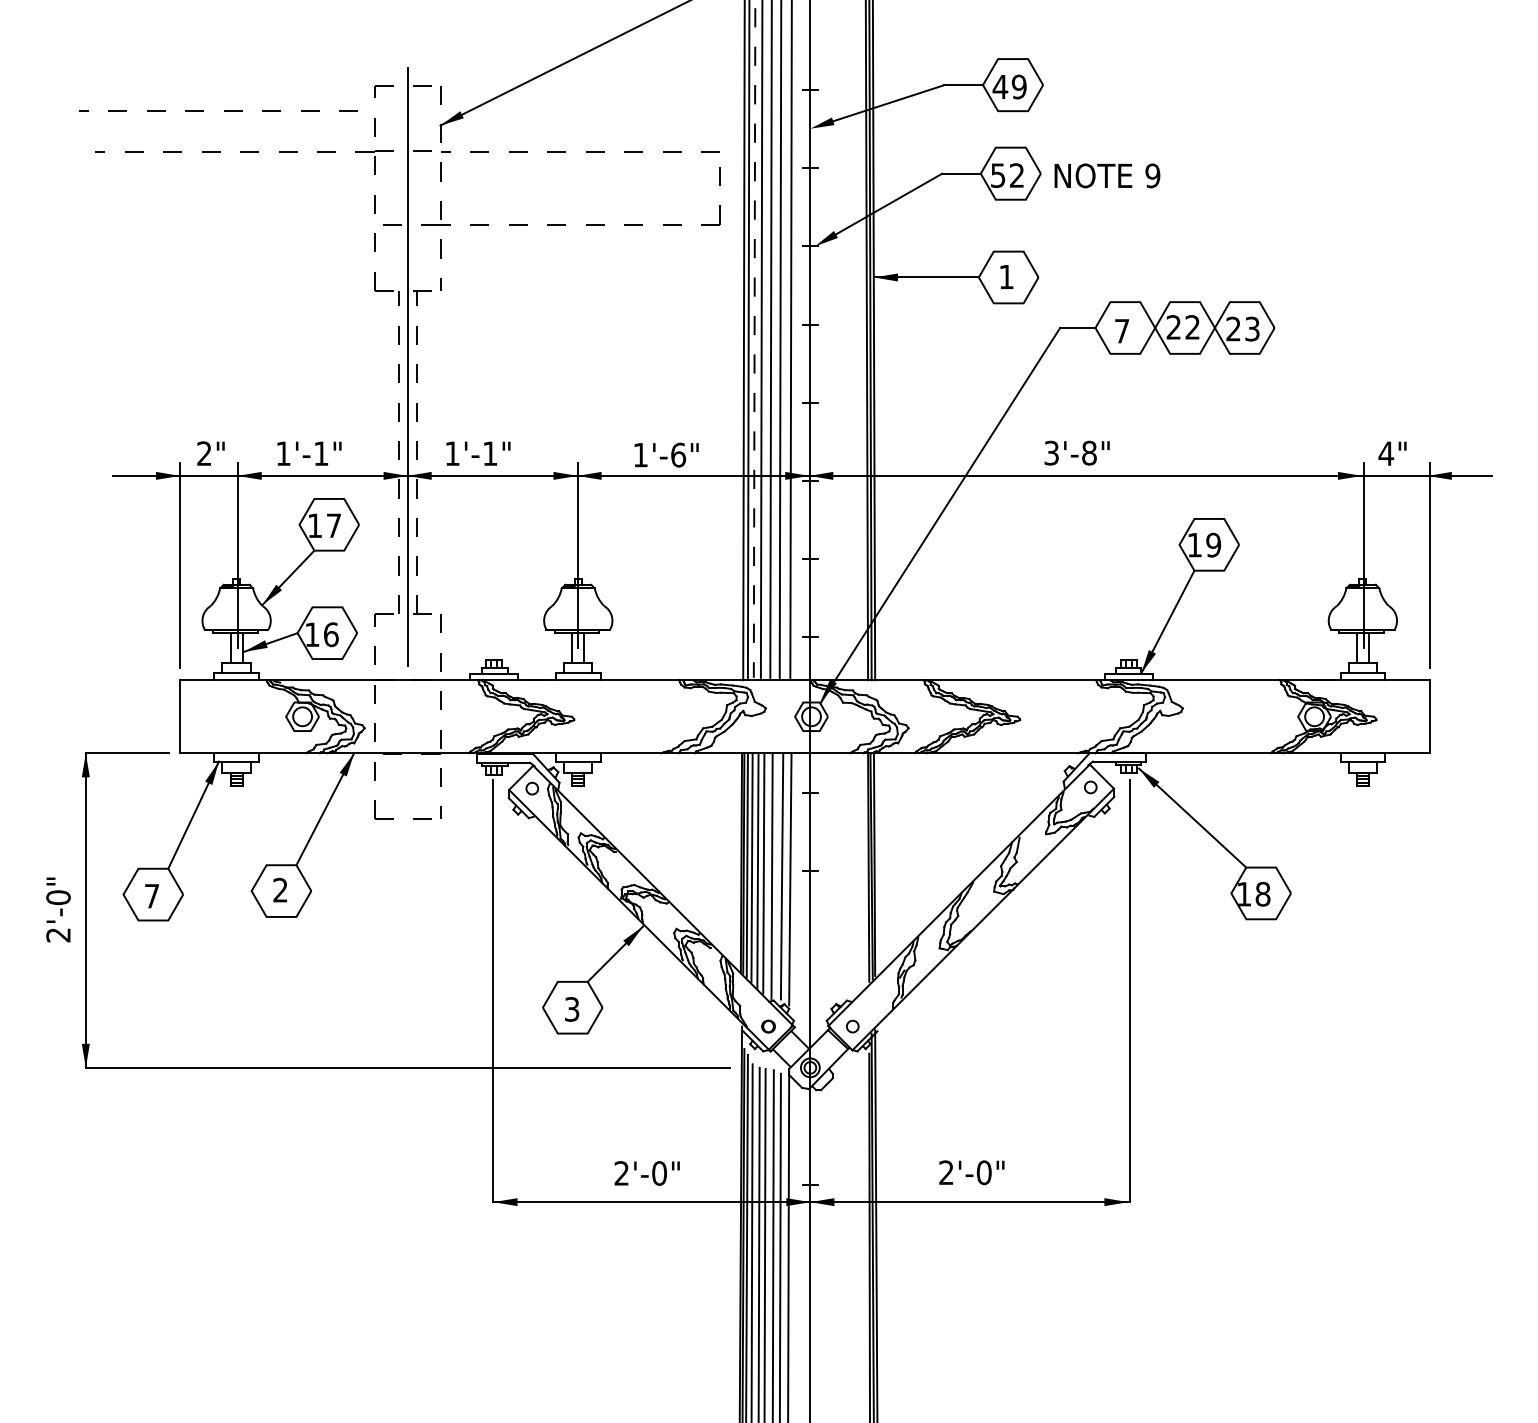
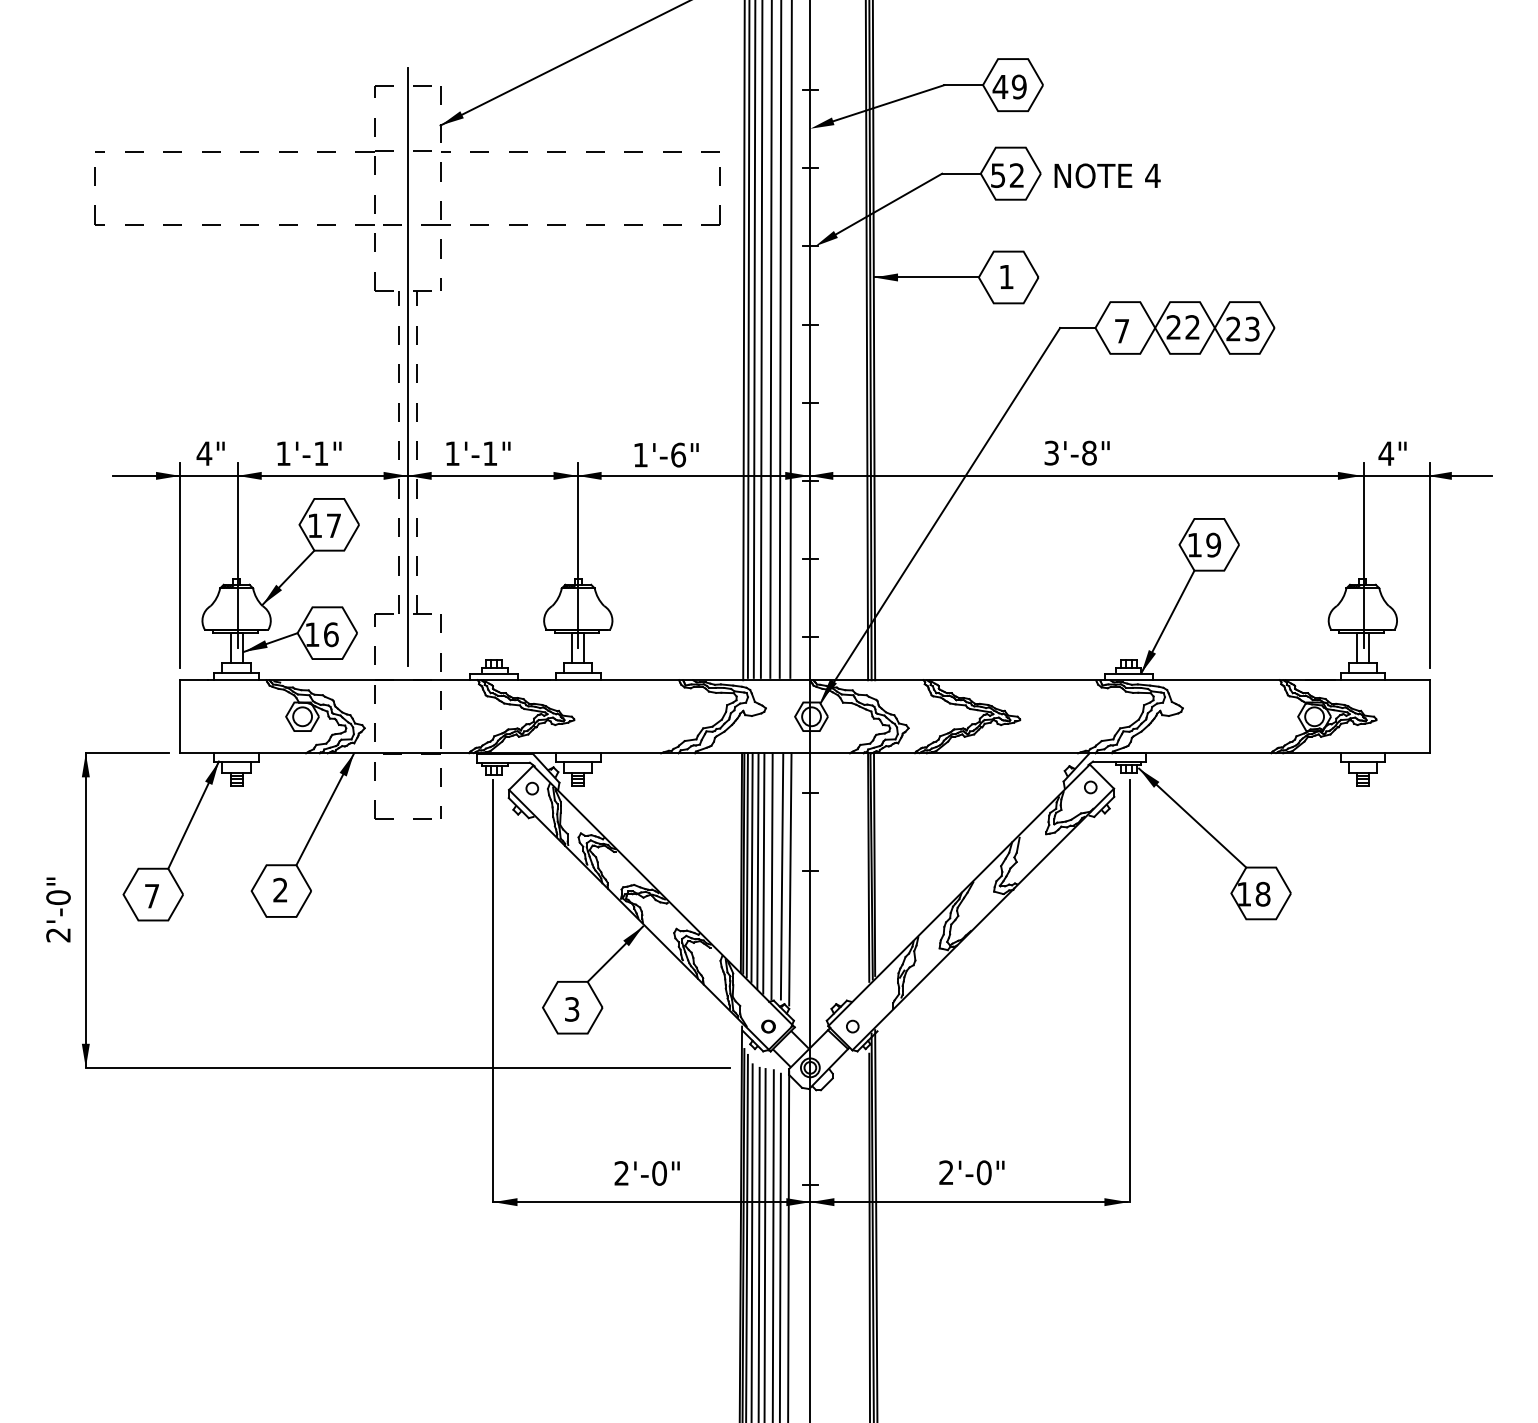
line at (224, 110): present -> none
text at (1152, 175): 9 -> 4
part at (240, 224): none -> present
line at (754, 339): dashed -> solid
text at (204, 453): 2" -> 4"
